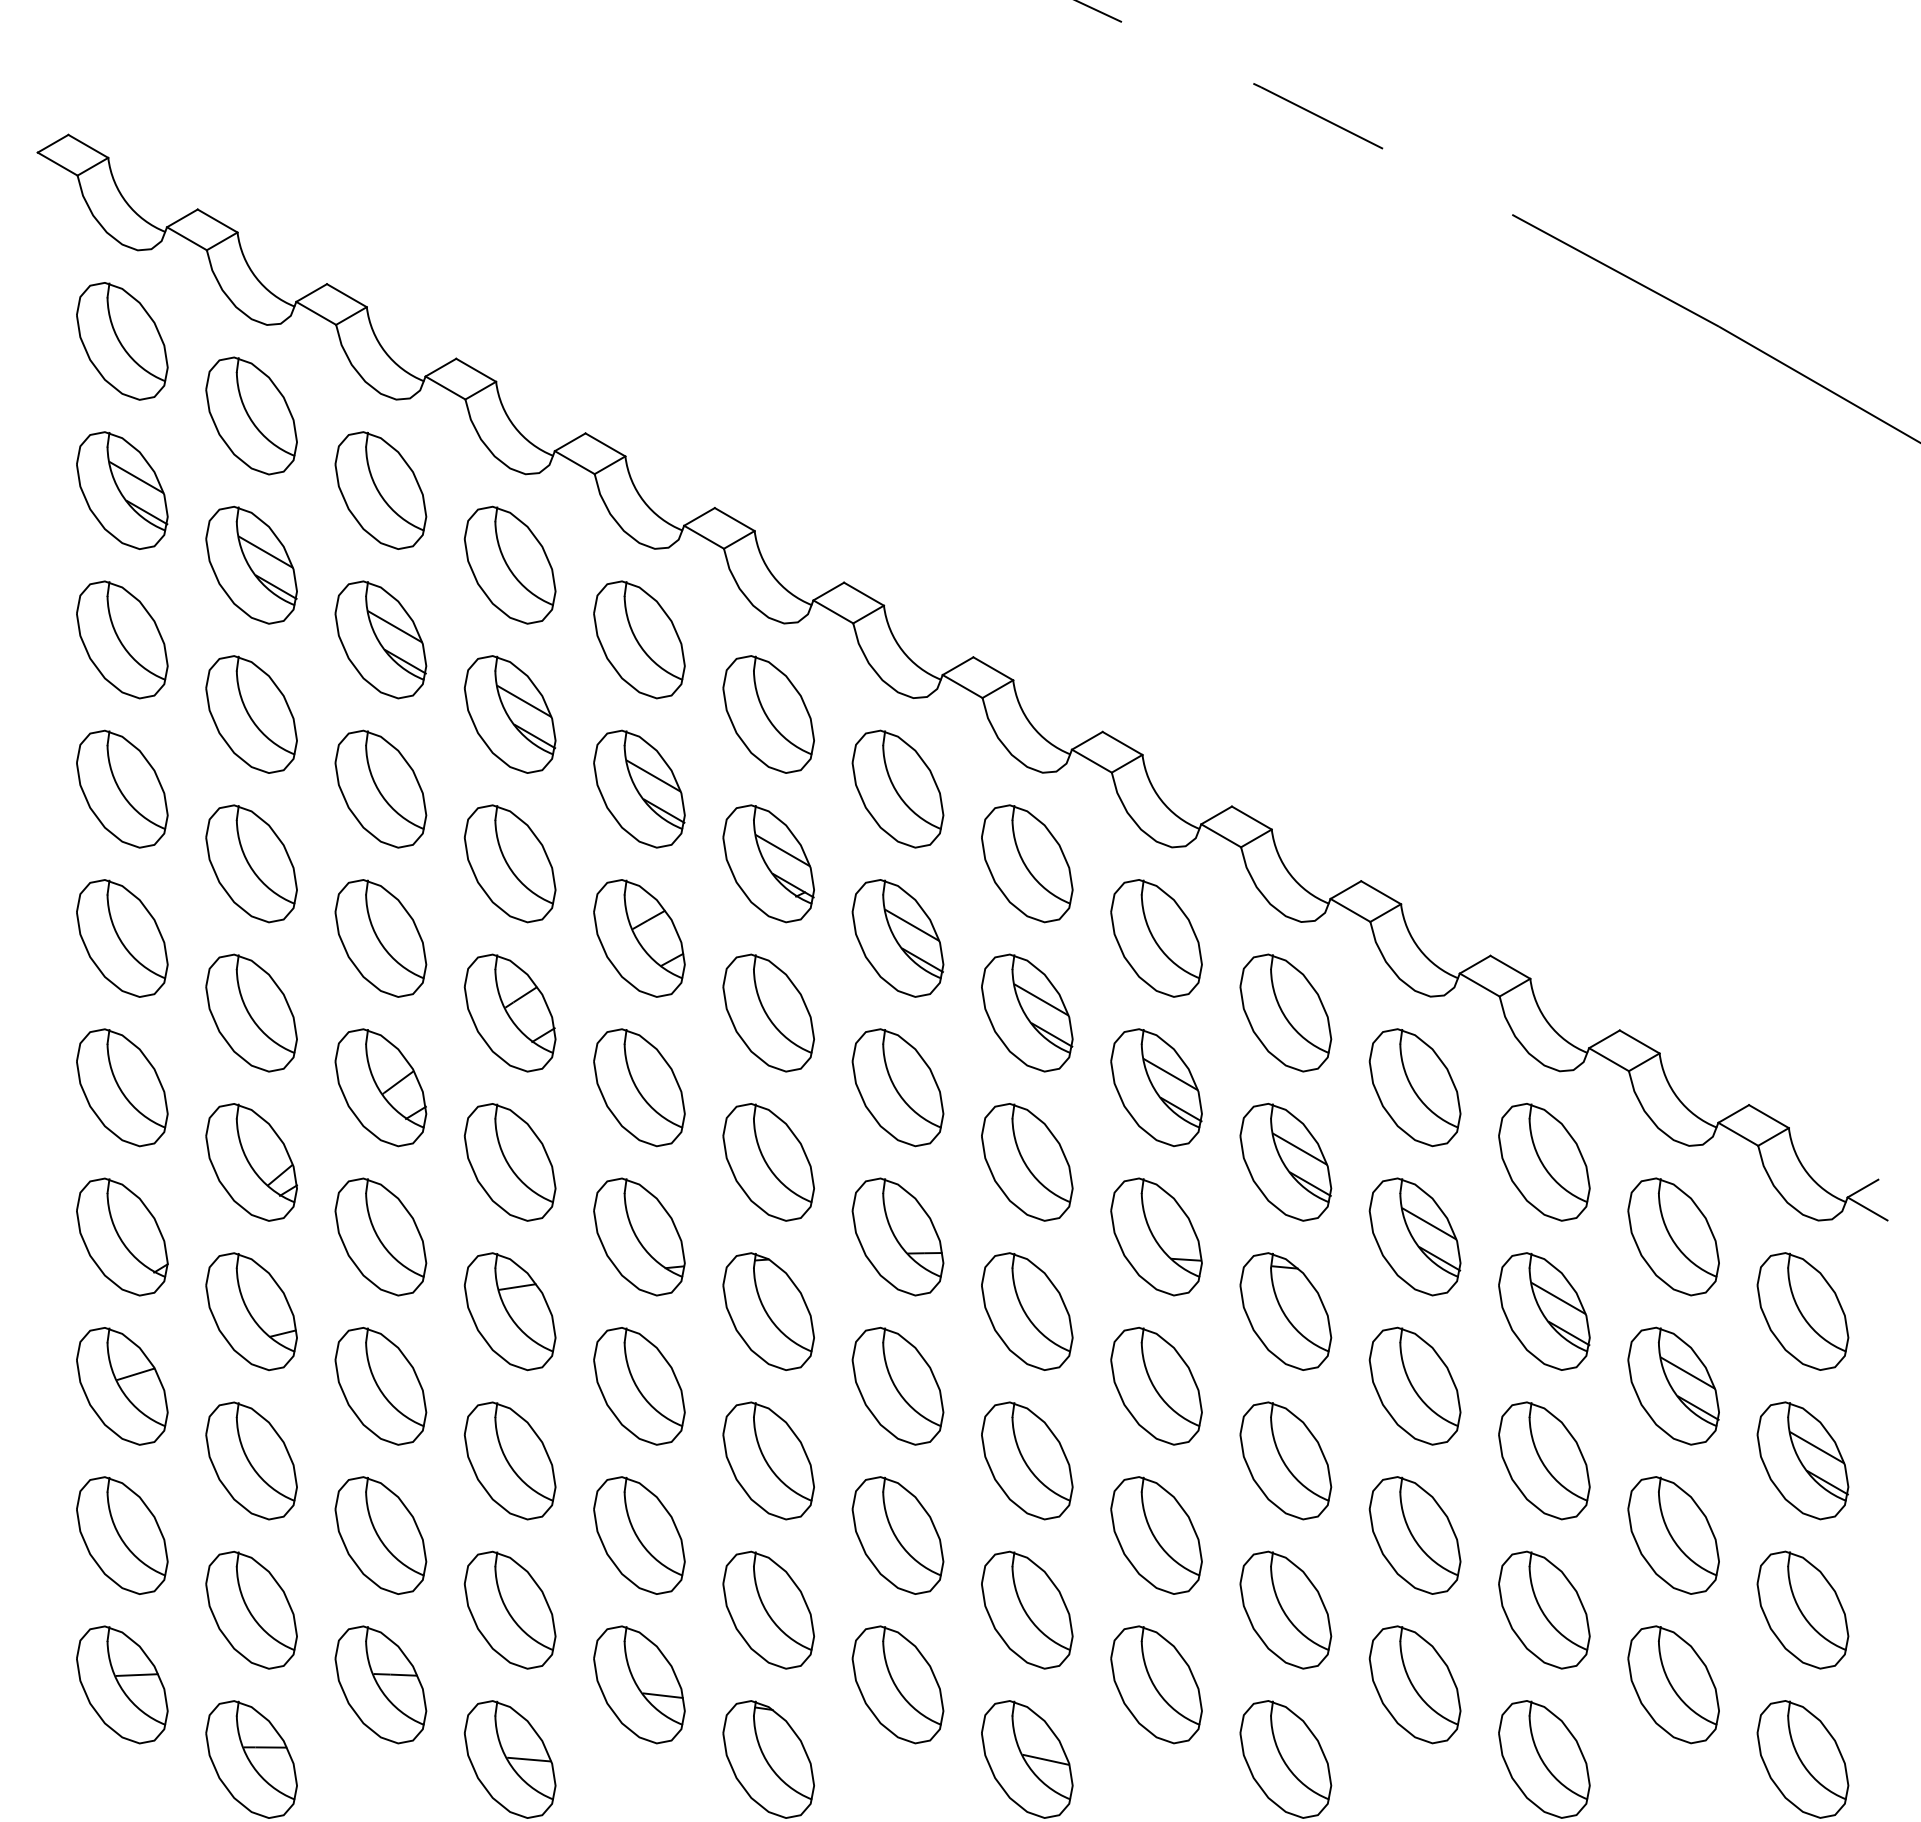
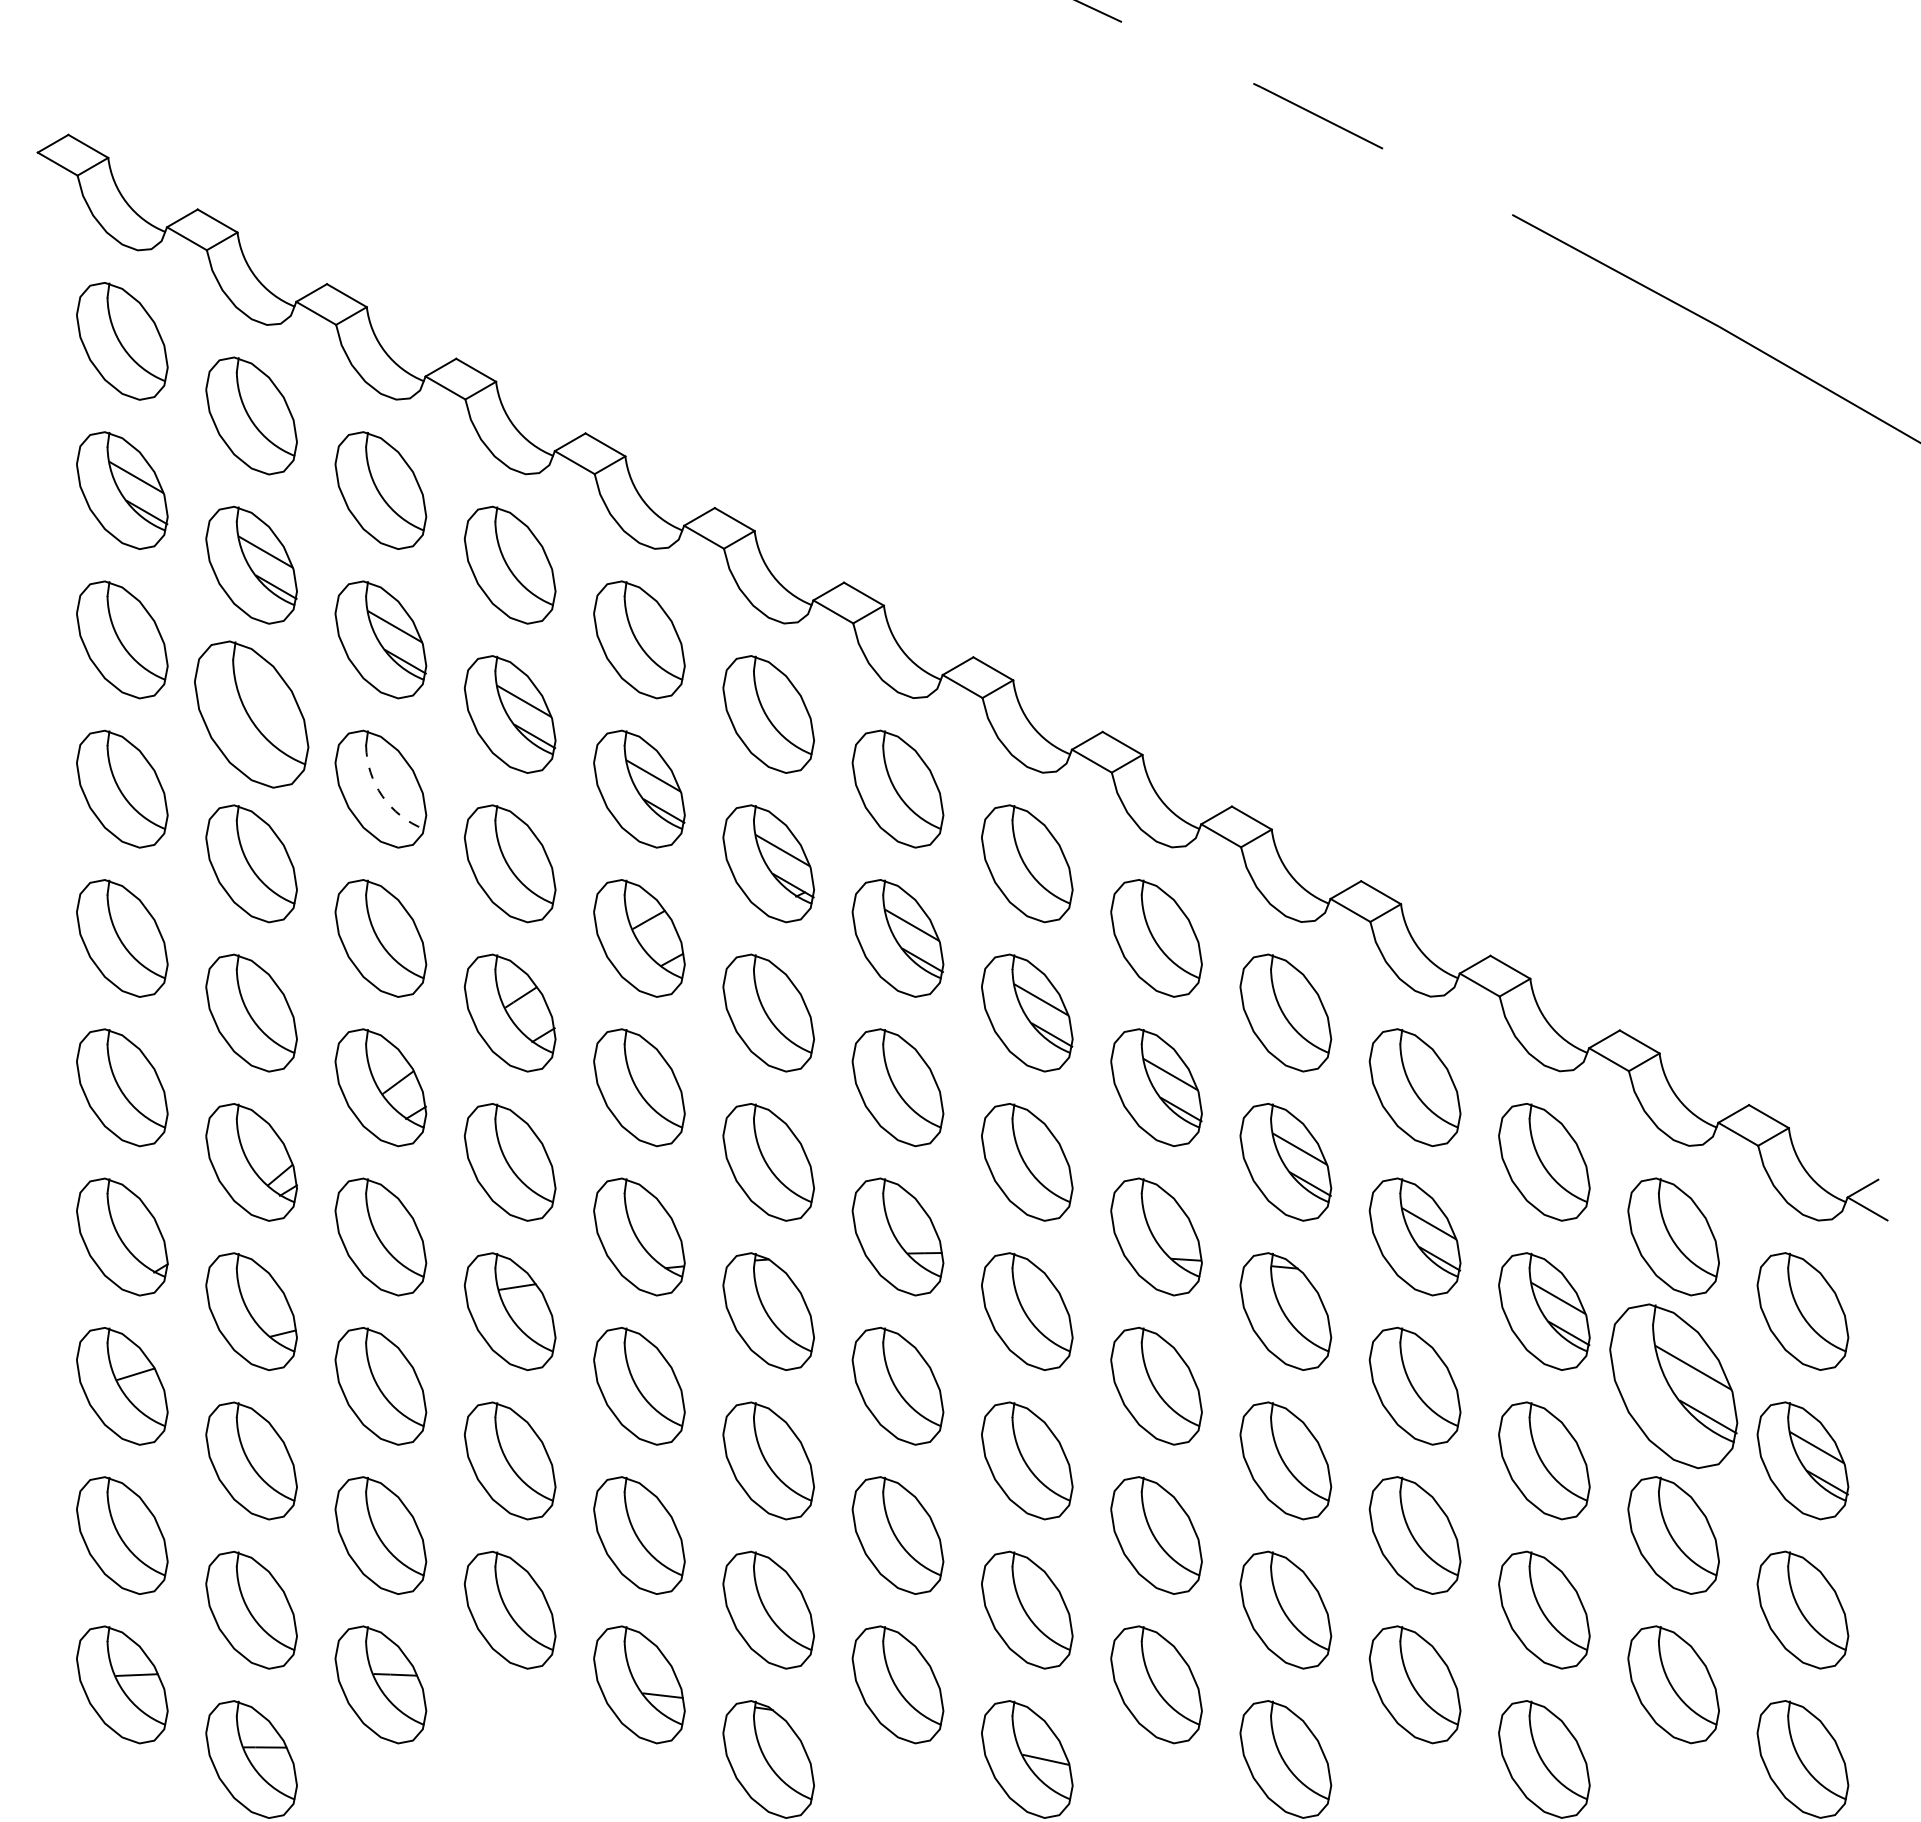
part at (251, 714) size: 93x119 px -> 116x149 px
arc at (382, 796): solid -> dashed
part at (1673, 1385) size: 93x120 px -> 130x167 px
part at (509, 1759): present -> none
